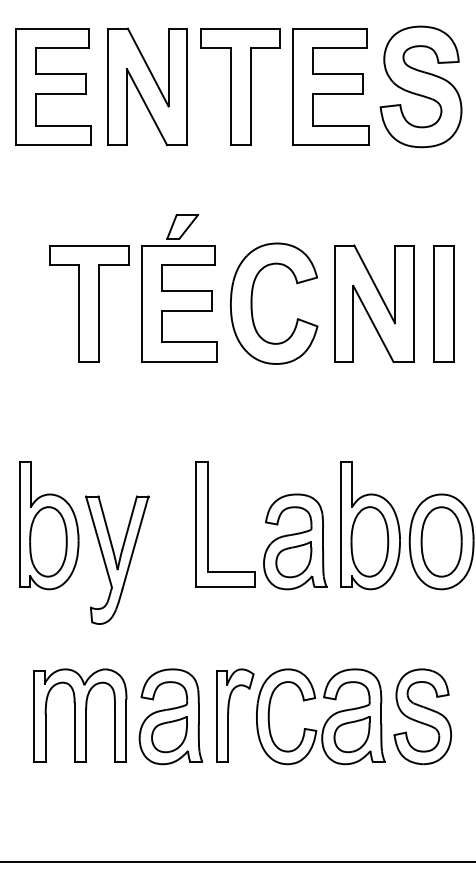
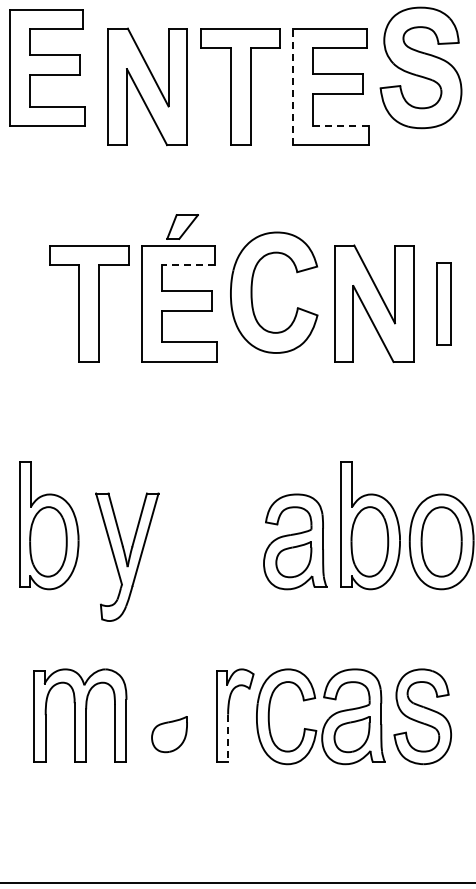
part at (53, 86) position: (53, 86) -> (47, 67)
line at (293, 86): solid -> dashed
part at (420, 86) position: (420, 86) -> (420, 67)
line at (341, 125): solid -> dashed
line at (188, 265): solid -> dashed
part at (252, 303) position: (252, 303) -> (252, 292)
part at (443, 303) size: 22x118 px -> 16x84 px
part at (208, 524): present -> none
part at (117, 559) position: (117, 559) -> (127, 556)
part at (170, 716): present -> none
line at (228, 738): solid -> dashed
line at (237, 862) position: (237, 862) -> (237, 883)
